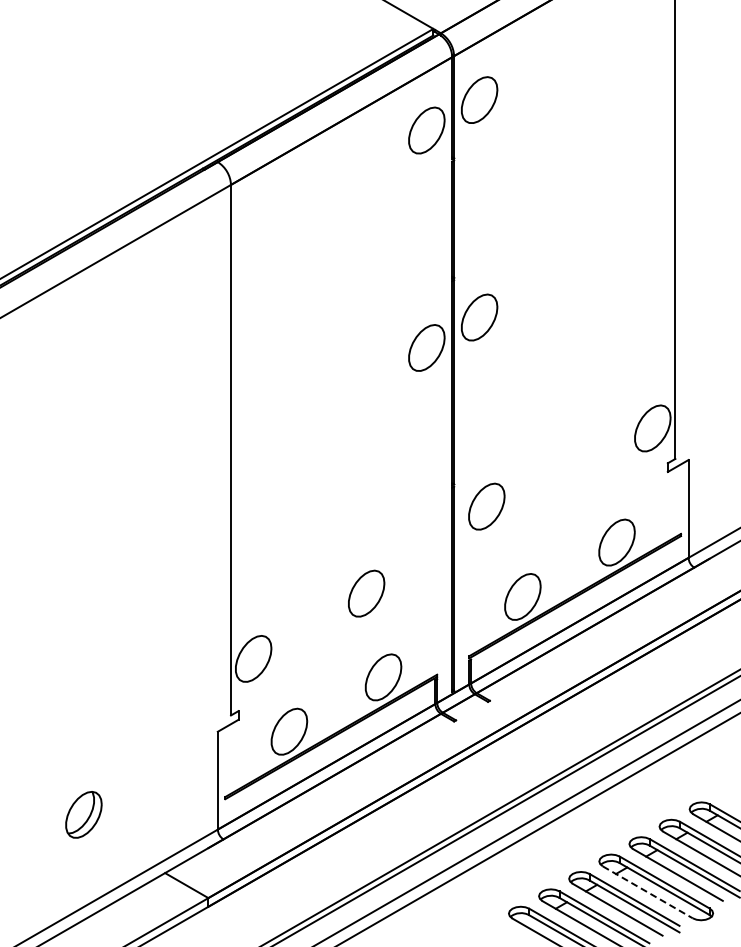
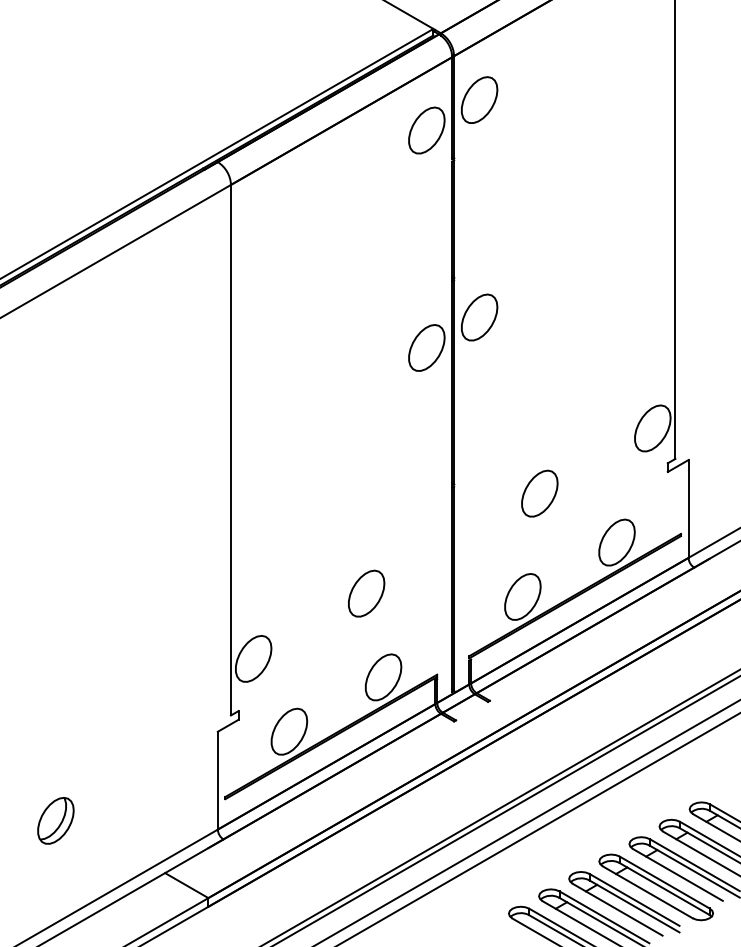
part at (486, 506) position: (486, 506) -> (539, 493)
part at (83, 814) position: (83, 814) -> (55, 820)
line at (647, 892): dashed -> solid
